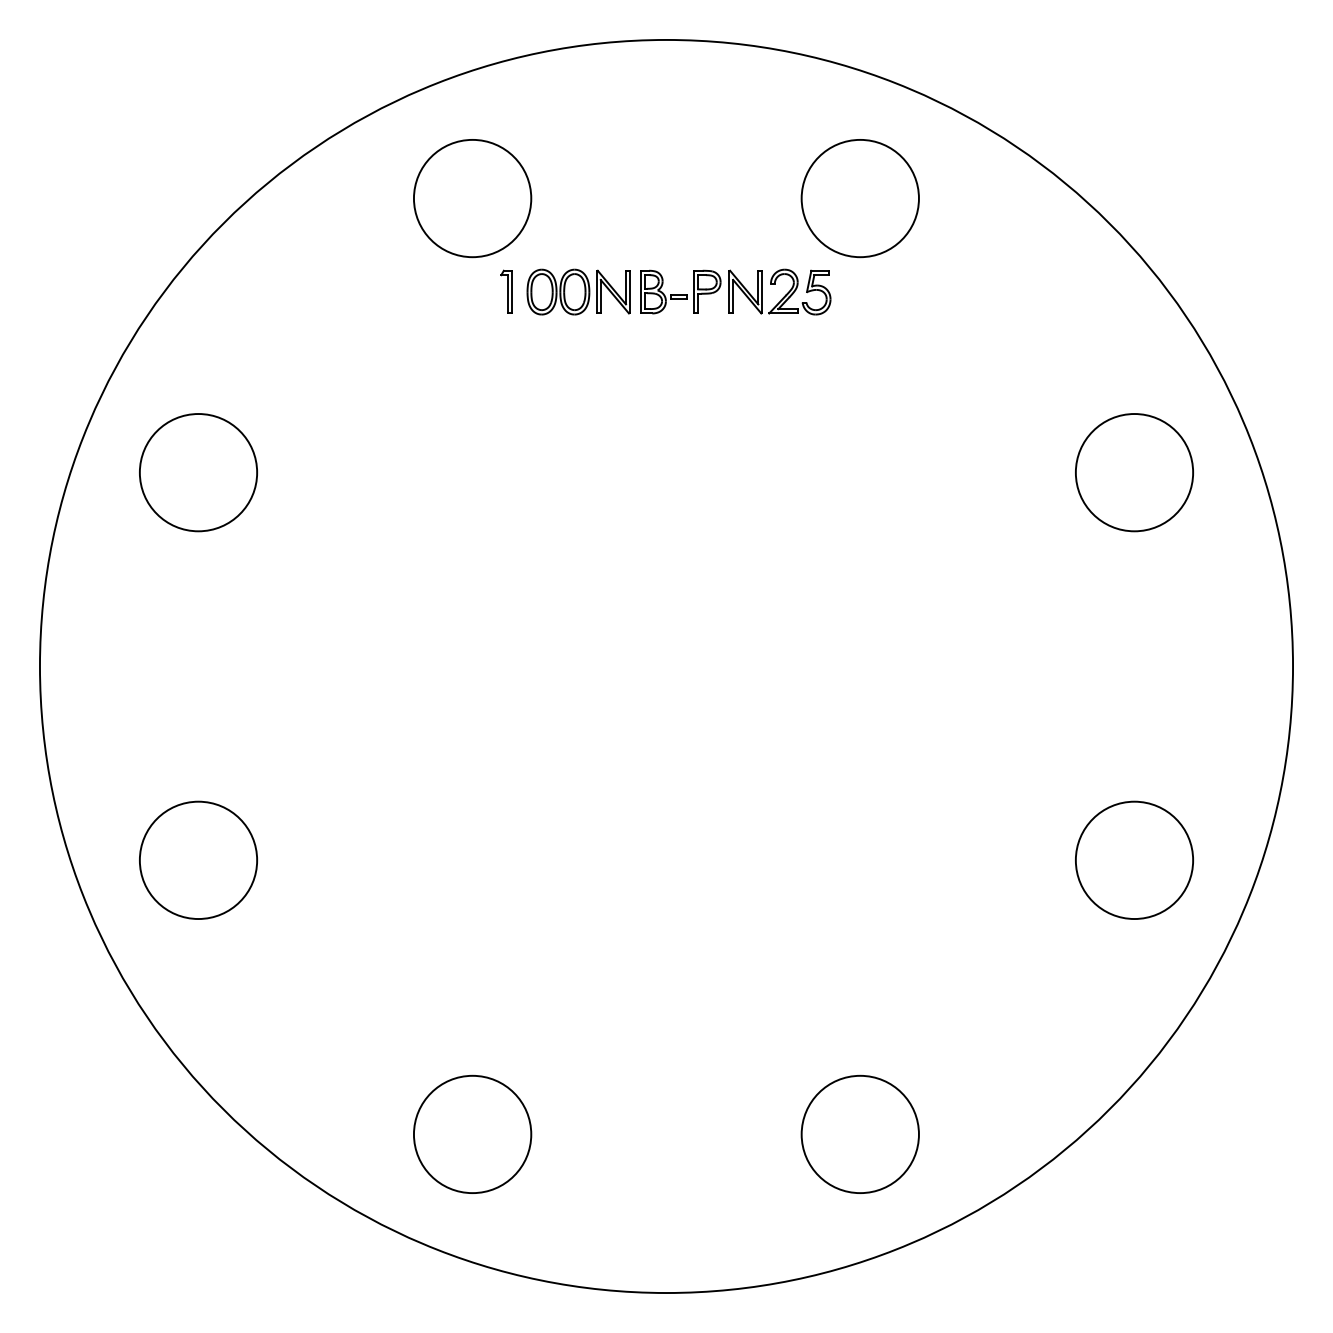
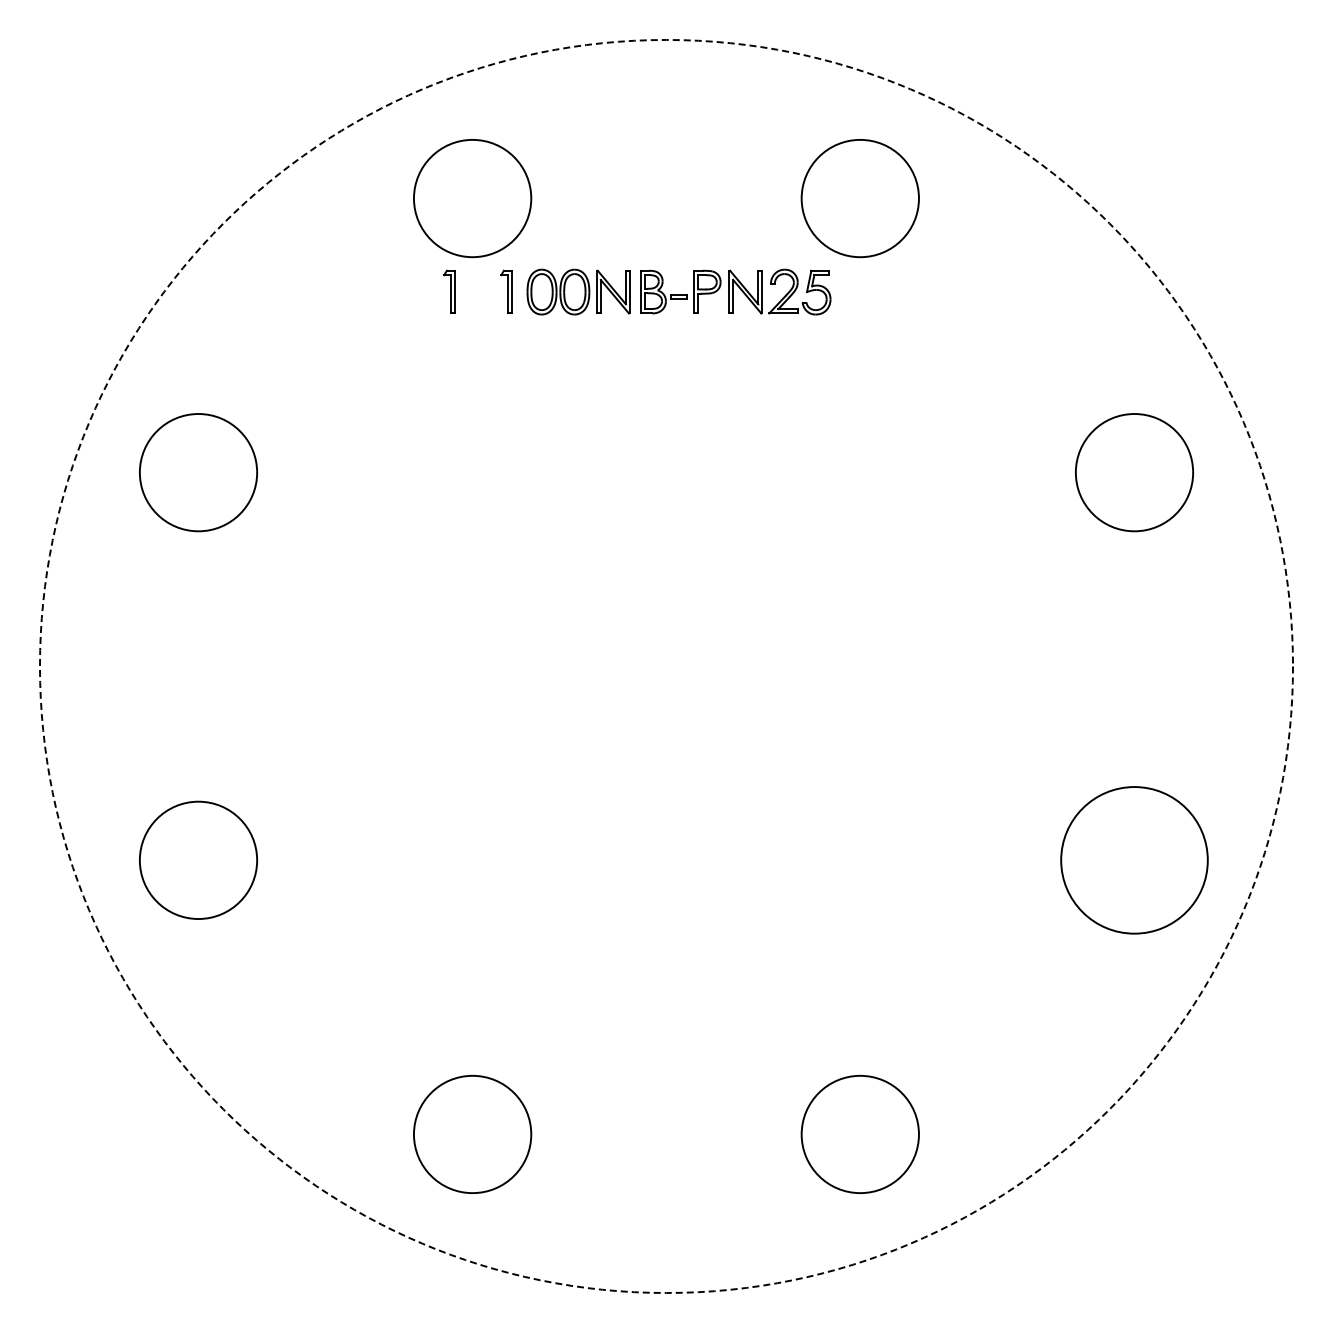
part at (449, 291): none -> present
circle at (666, 666): solid -> dashed
circle at (1134, 860) diameter: 117 px -> 147 px
